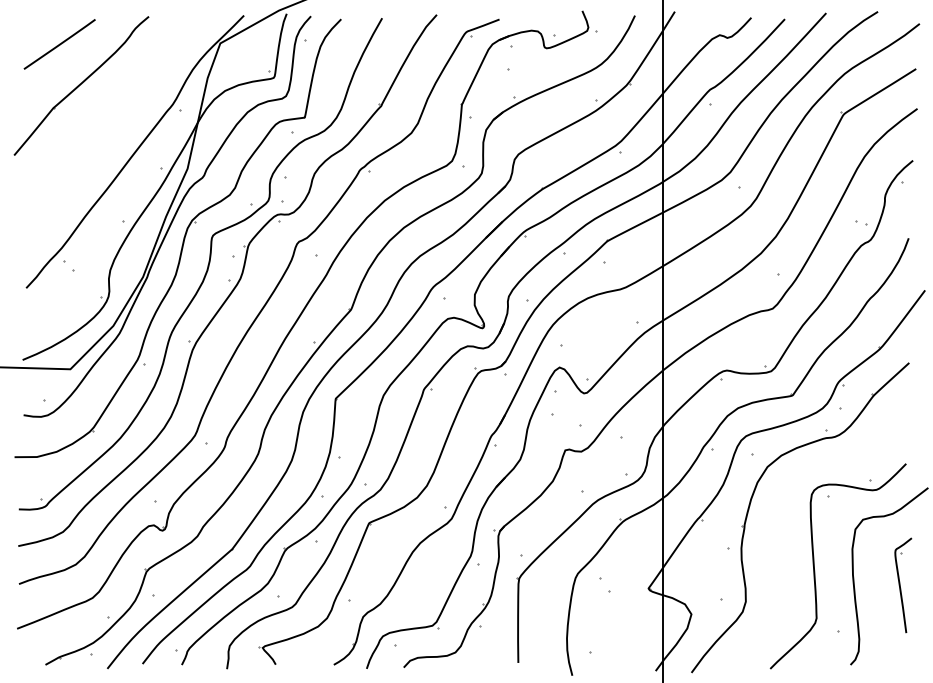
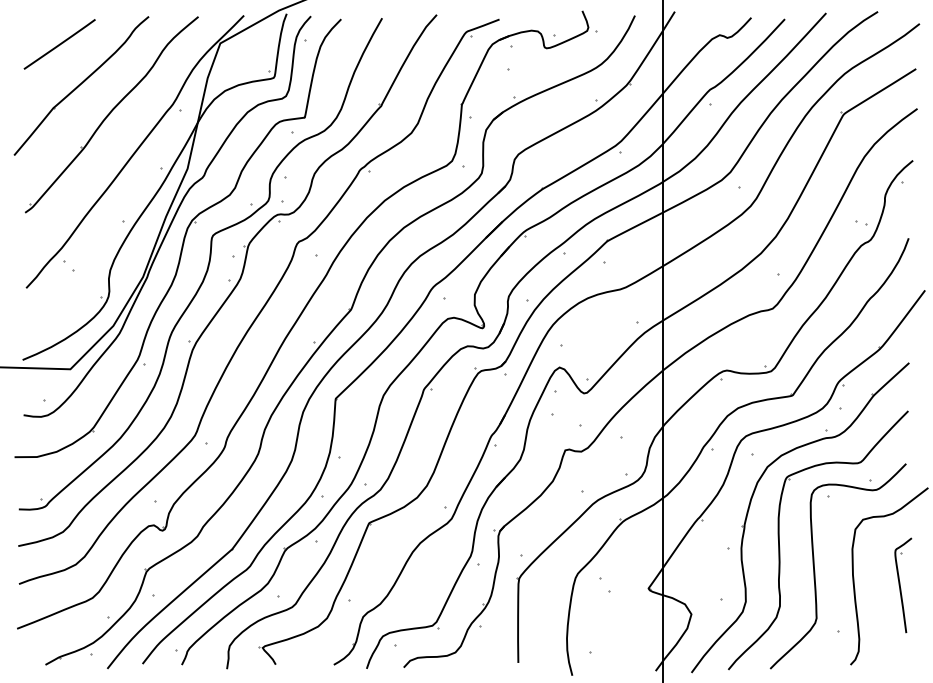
part at (111, 114): none -> present
part at (780, 547): none -> present
